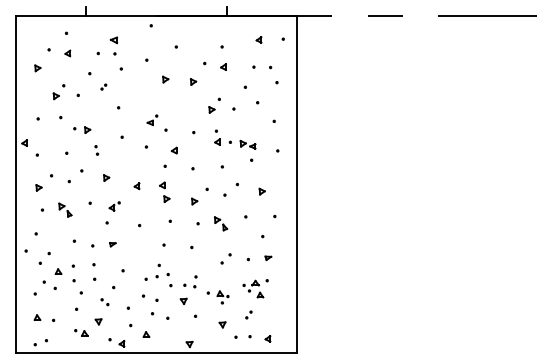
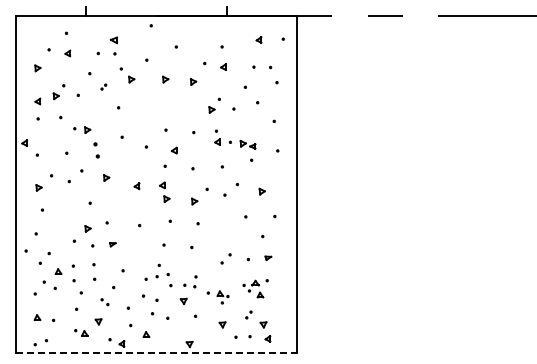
part at (131, 79): none -> present
part at (37, 101): none -> present
part at (152, 119): present -> none
part at (96, 150) size: 6x11 px -> 7x17 px
part at (114, 206): present -> none
part at (65, 209): present -> none
part at (220, 223): present -> none
part at (87, 228): none -> present
part at (263, 324): none -> present
line at (156, 352): solid -> dashed
